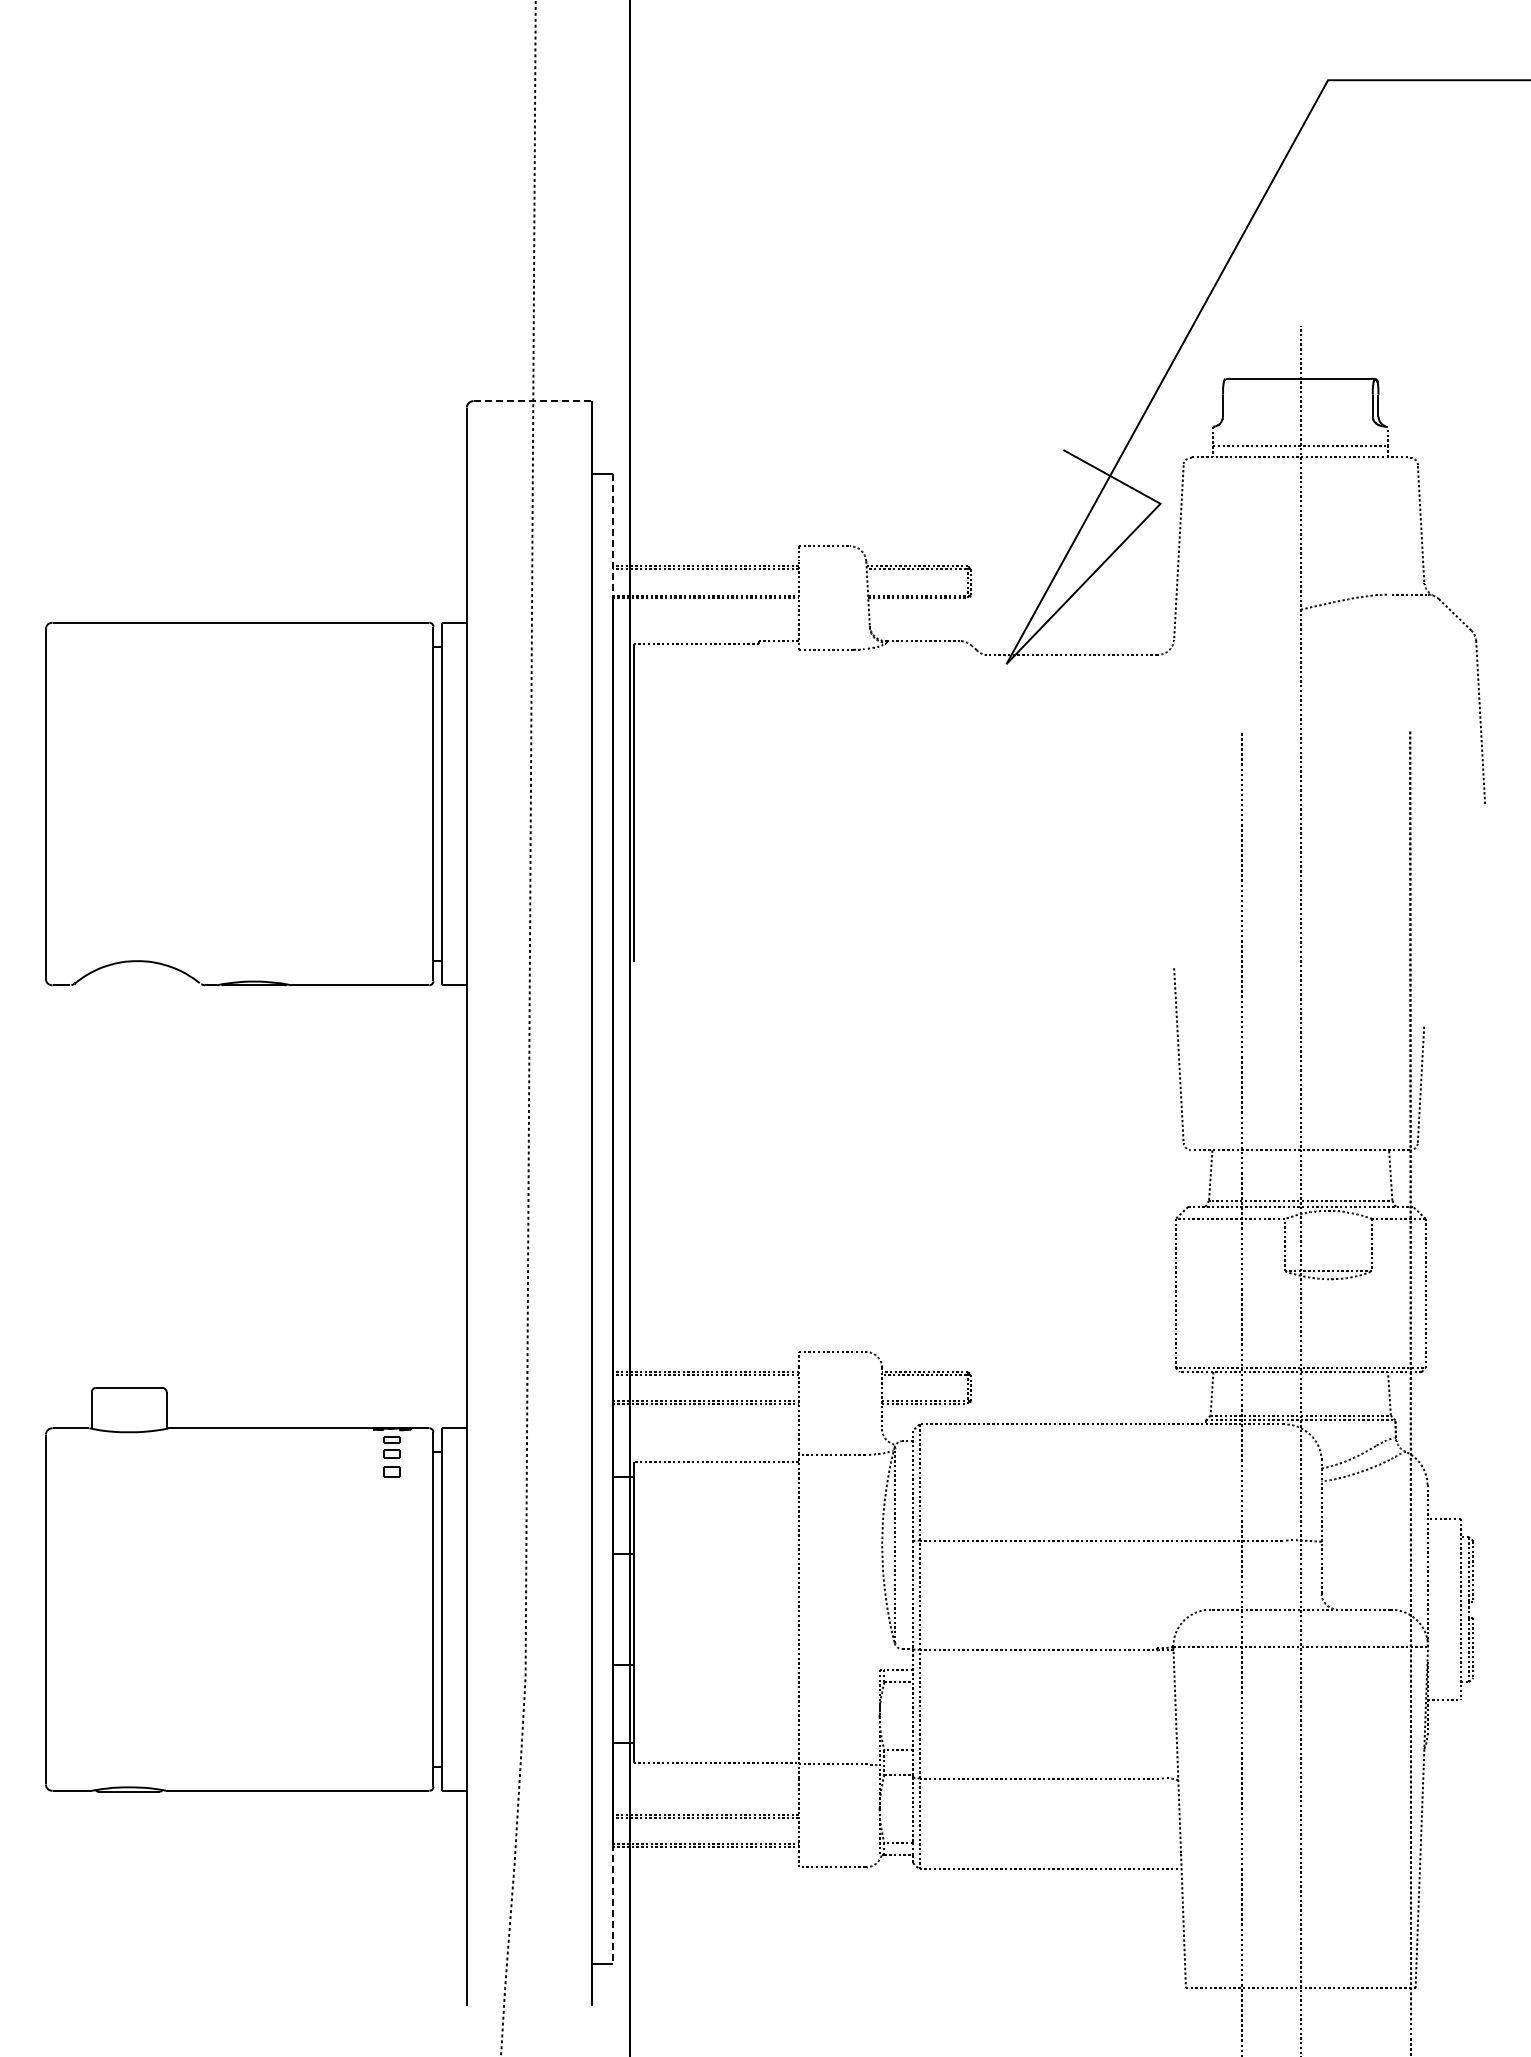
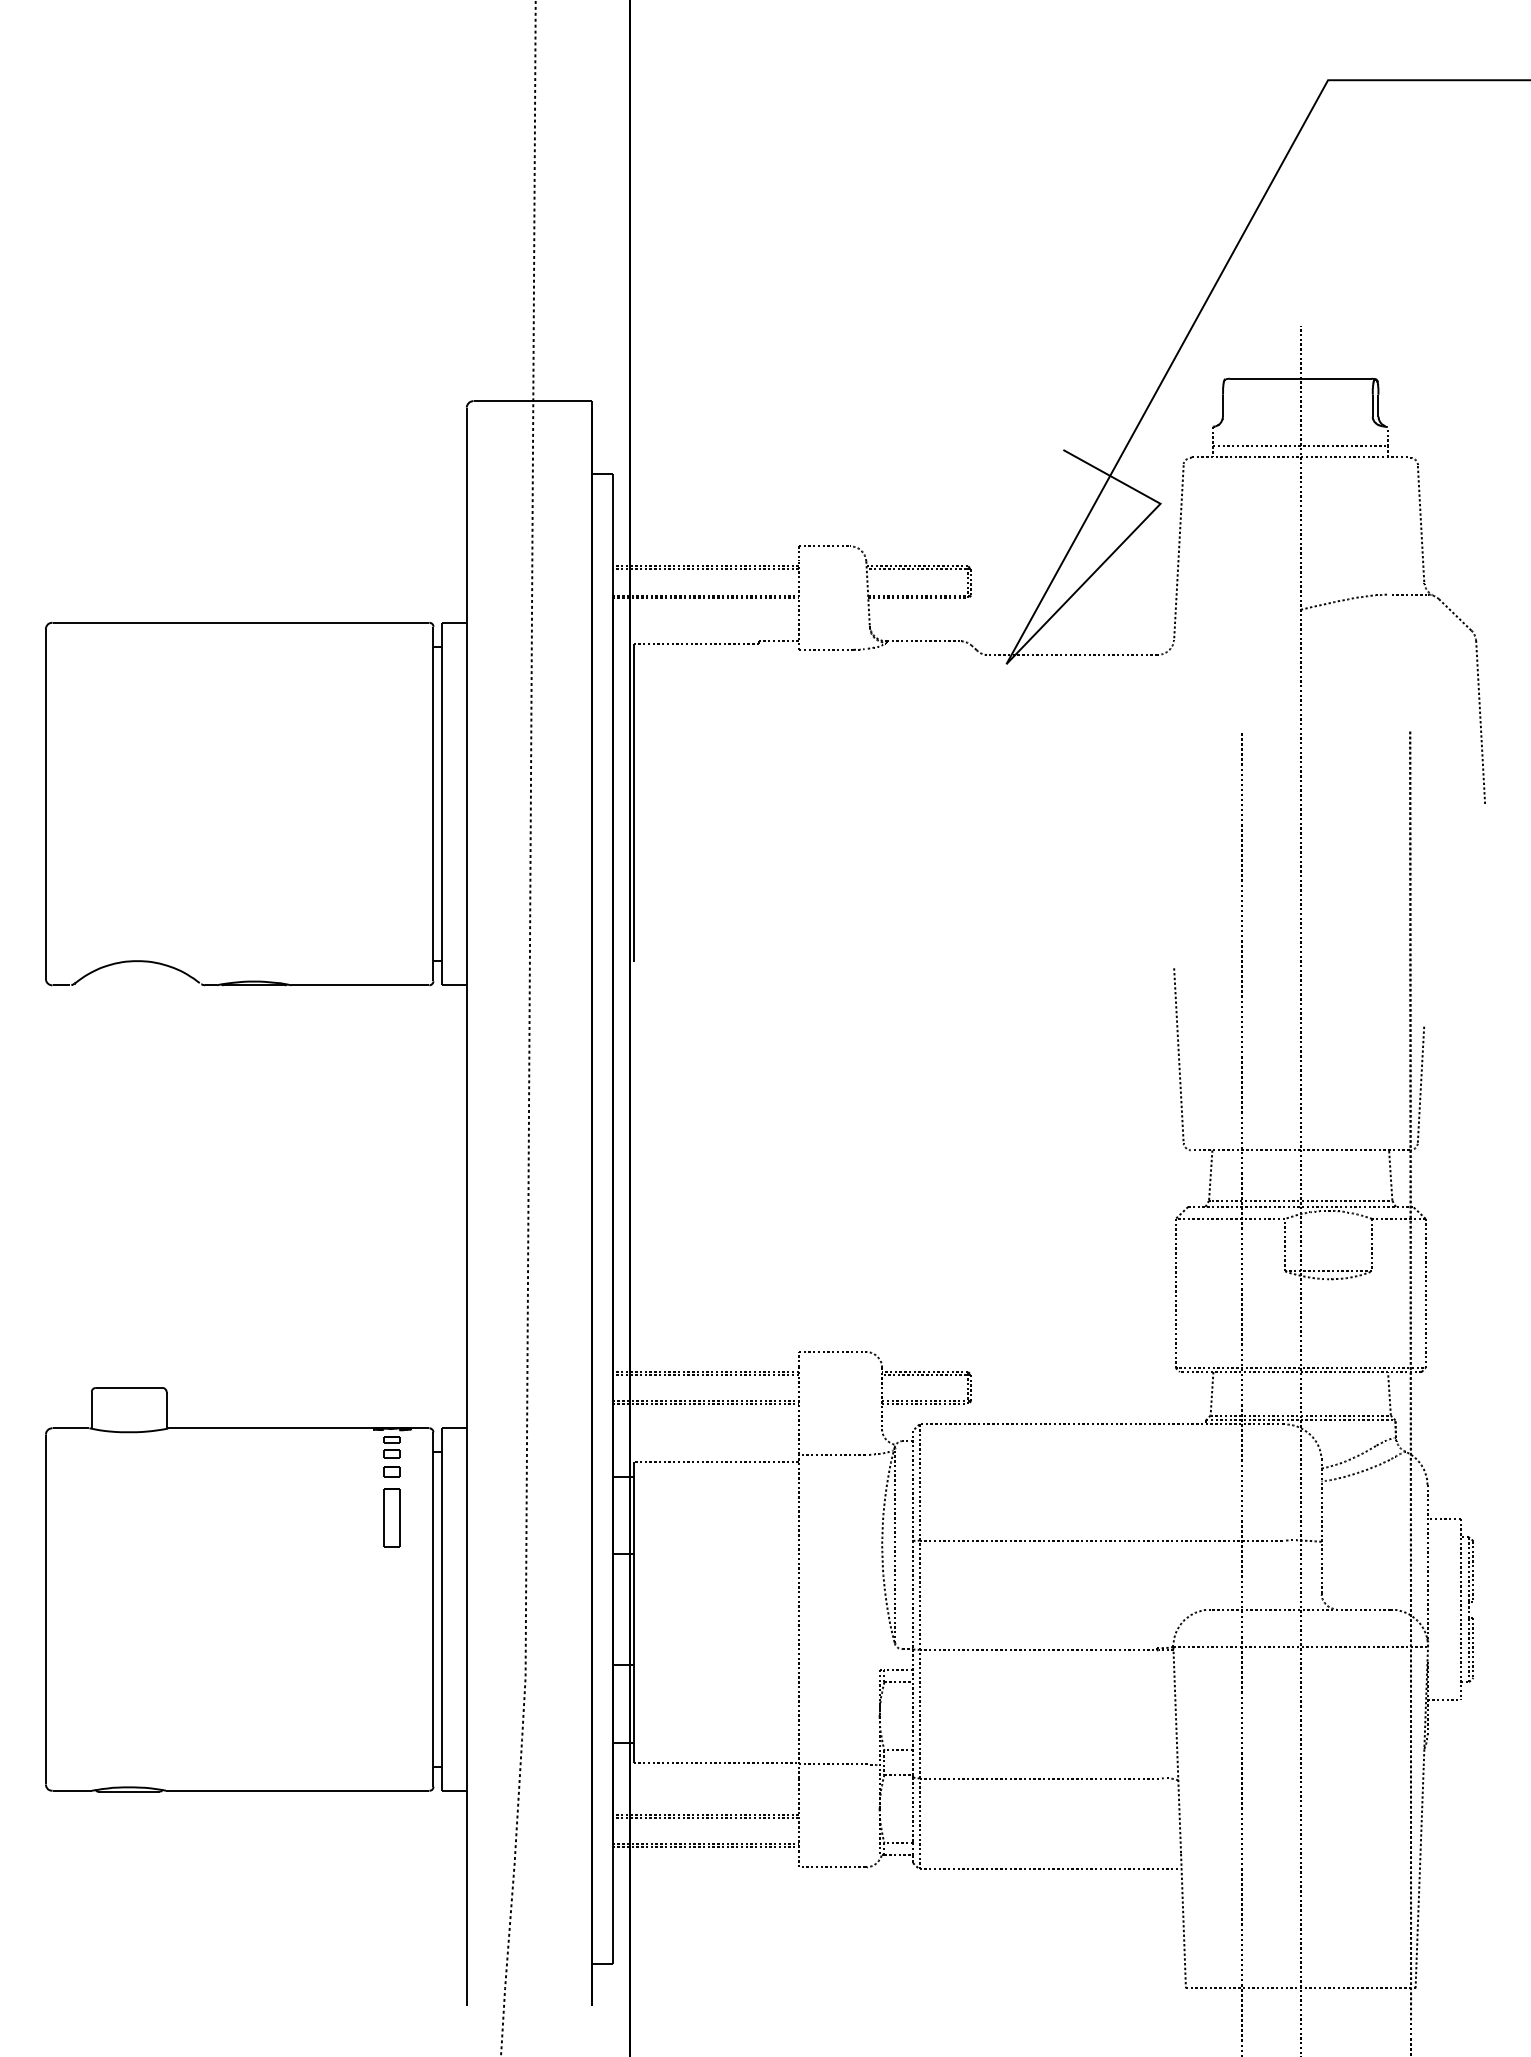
line at (533, 401): dashed -> solid
line at (612, 535): dashed -> solid
part at (391, 1517): none -> present
line at (612, 1904): dashed -> solid
